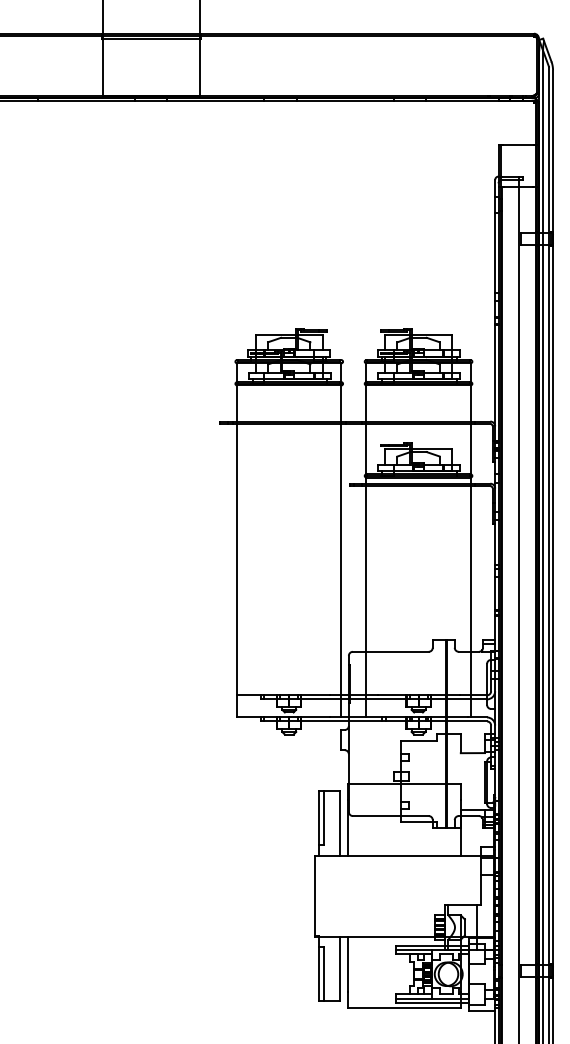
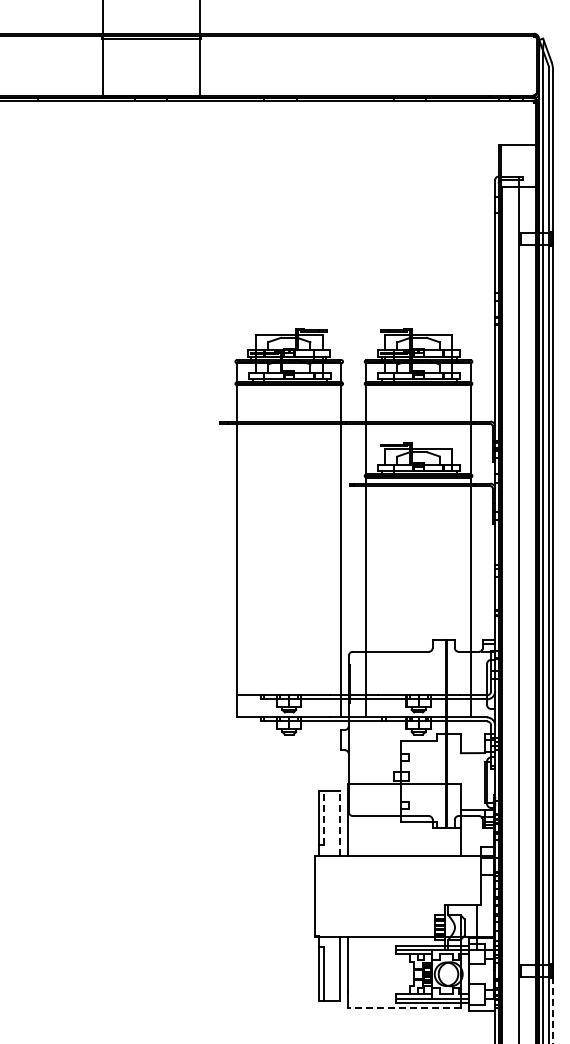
line at (323, 817): solid -> dashed
line at (339, 823): solid -> dashed
line at (404, 1008): solid -> dashed
line at (553, 1010): solid -> dashed
